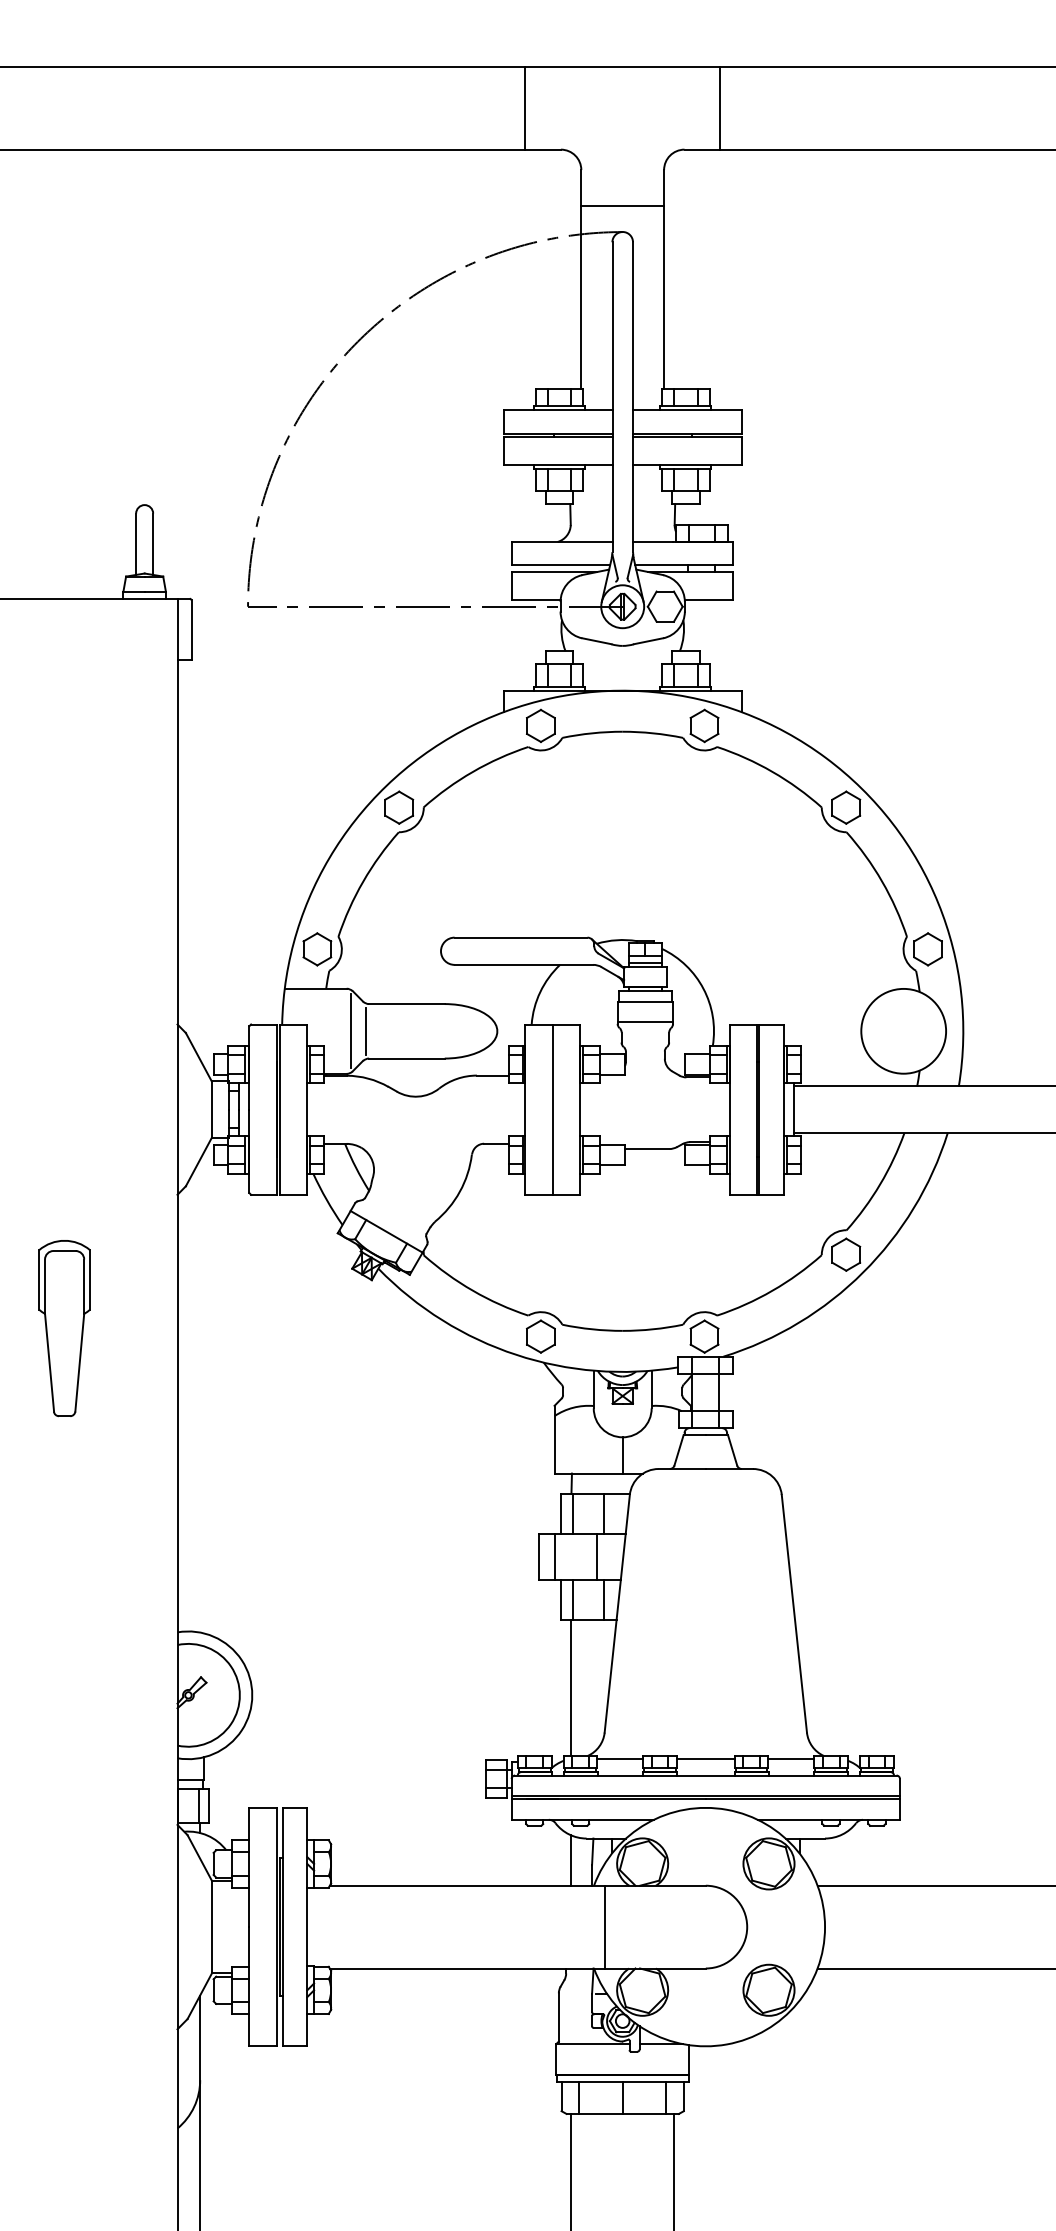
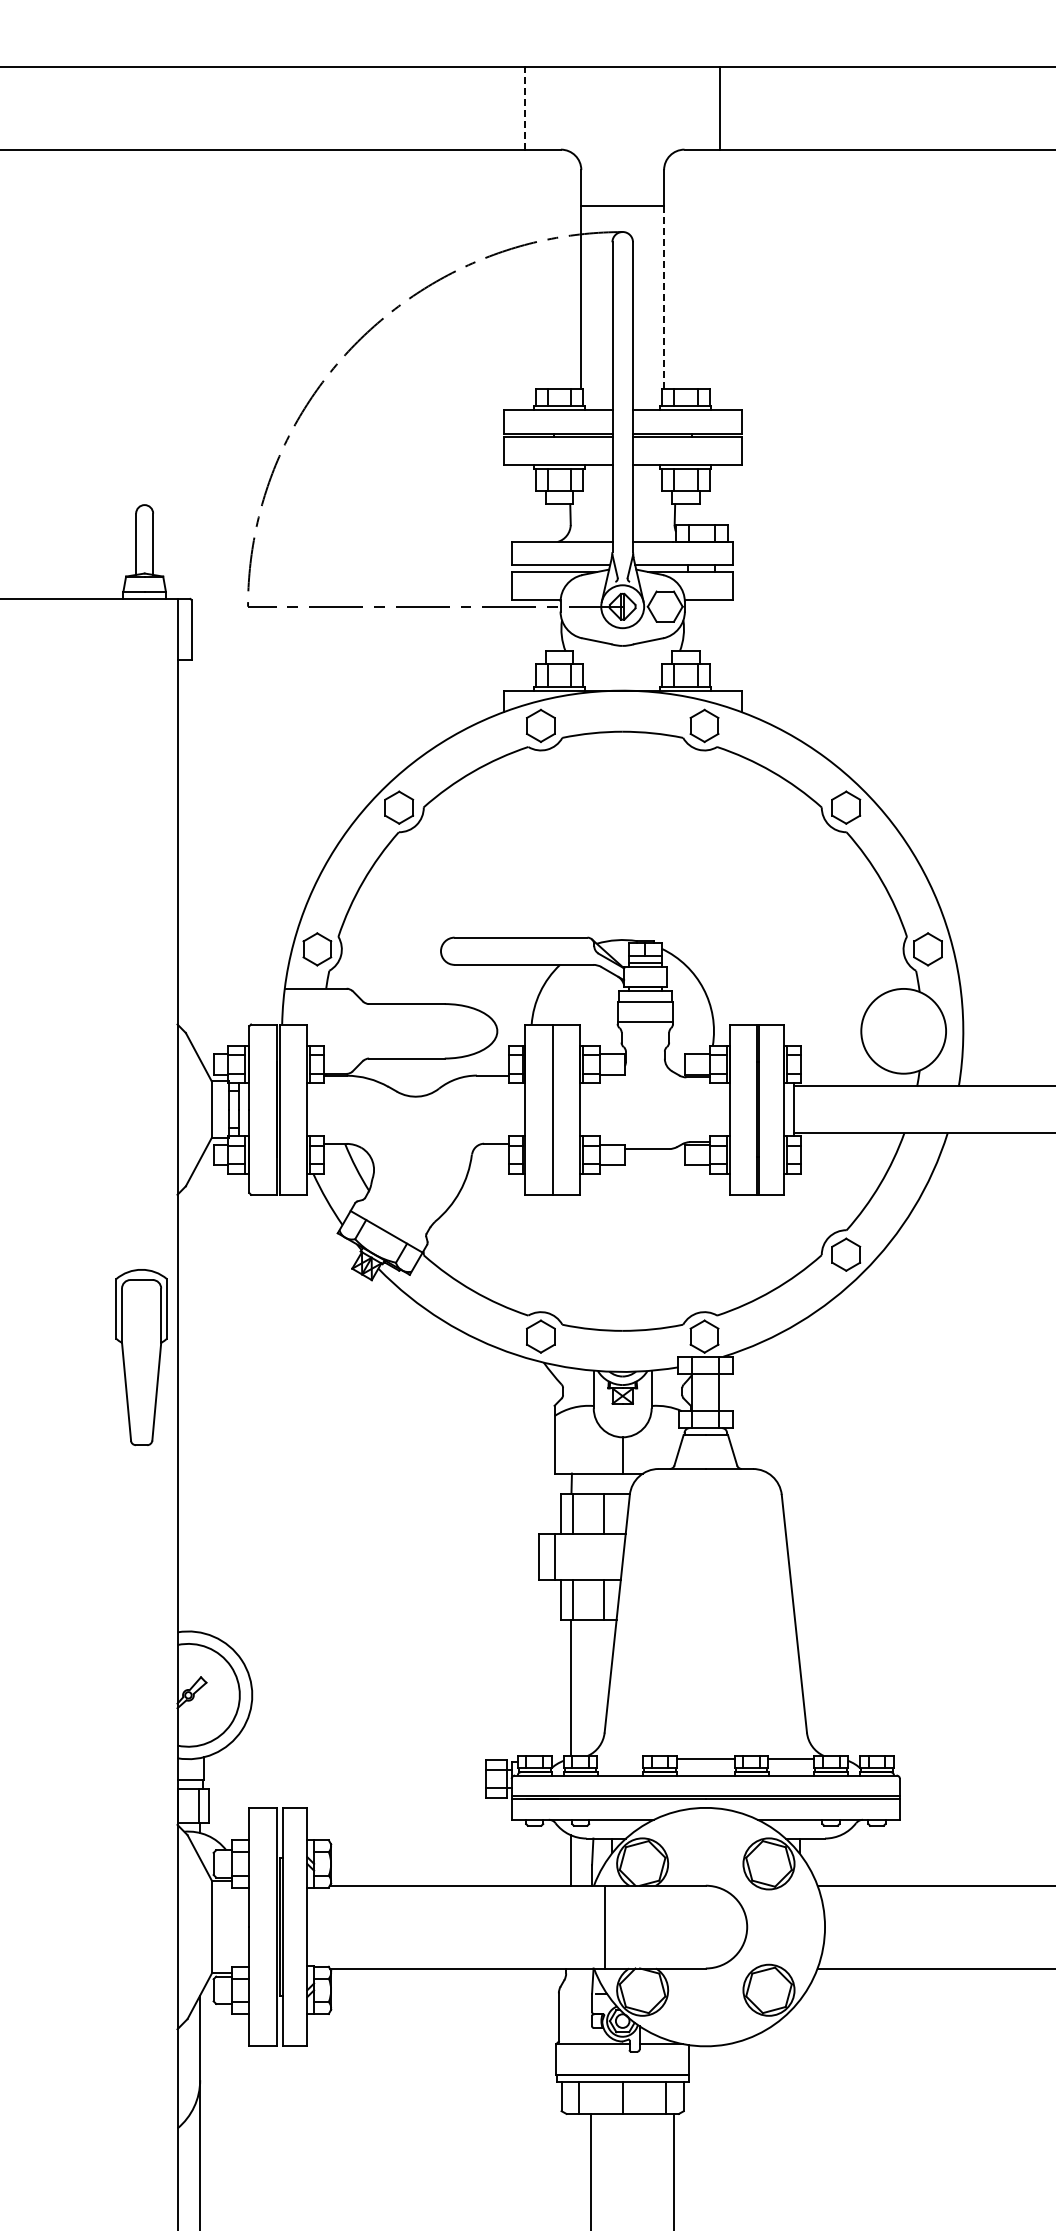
line at (525, 107): solid -> dashed
line at (664, 297): solid -> dashed
line at (365, 1030): present -> none
line at (350, 1031): present -> none
part at (64, 1328) position: (64, 1328) -> (141, 1357)
line at (597, 1557): present -> none
line at (620, 1758): present -> none
line at (571, 2170) position: (571, 2170) -> (591, 2170)
